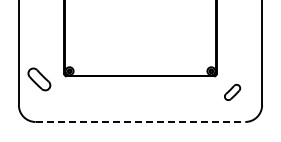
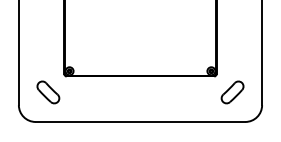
part at (39, 79) position: (39, 79) -> (48, 92)
part at (232, 92) size: 18x17 px -> 25x25 px
line at (140, 121): dashed -> solid
